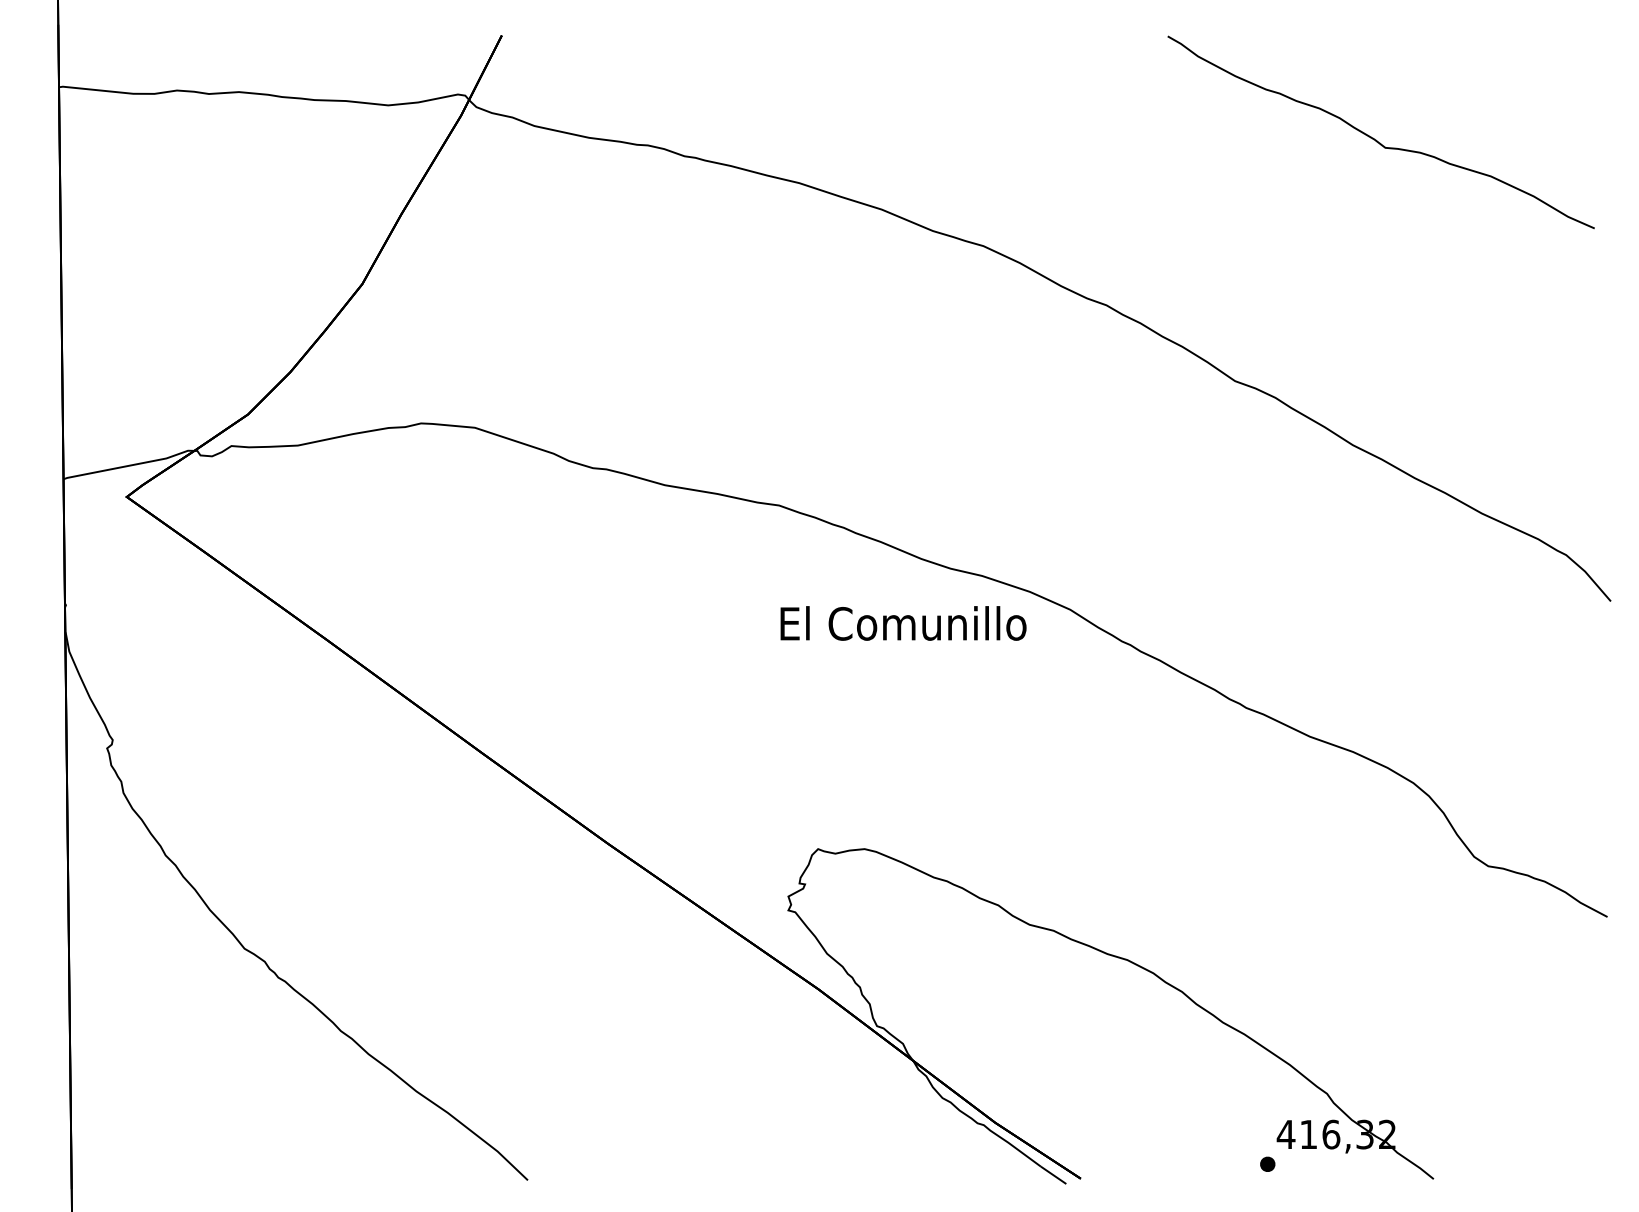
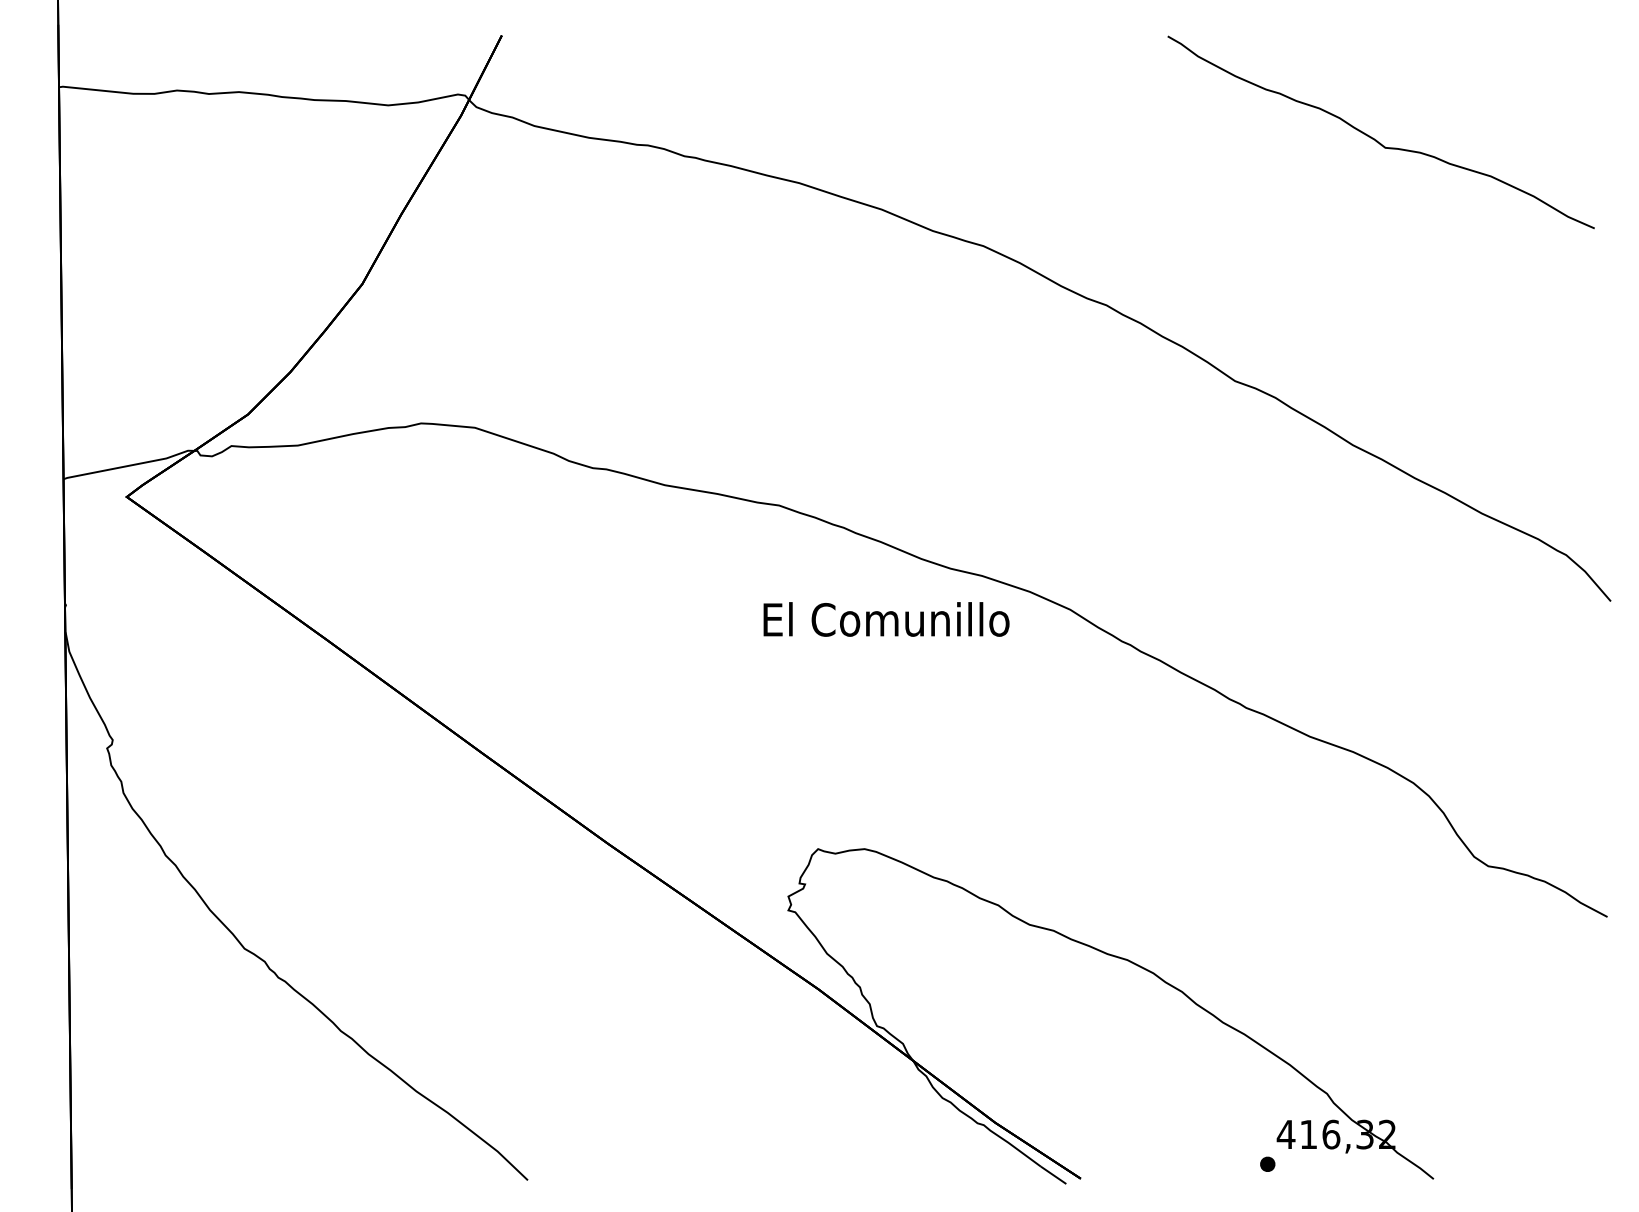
text at (903, 623) position: (903, 623) -> (886, 619)
